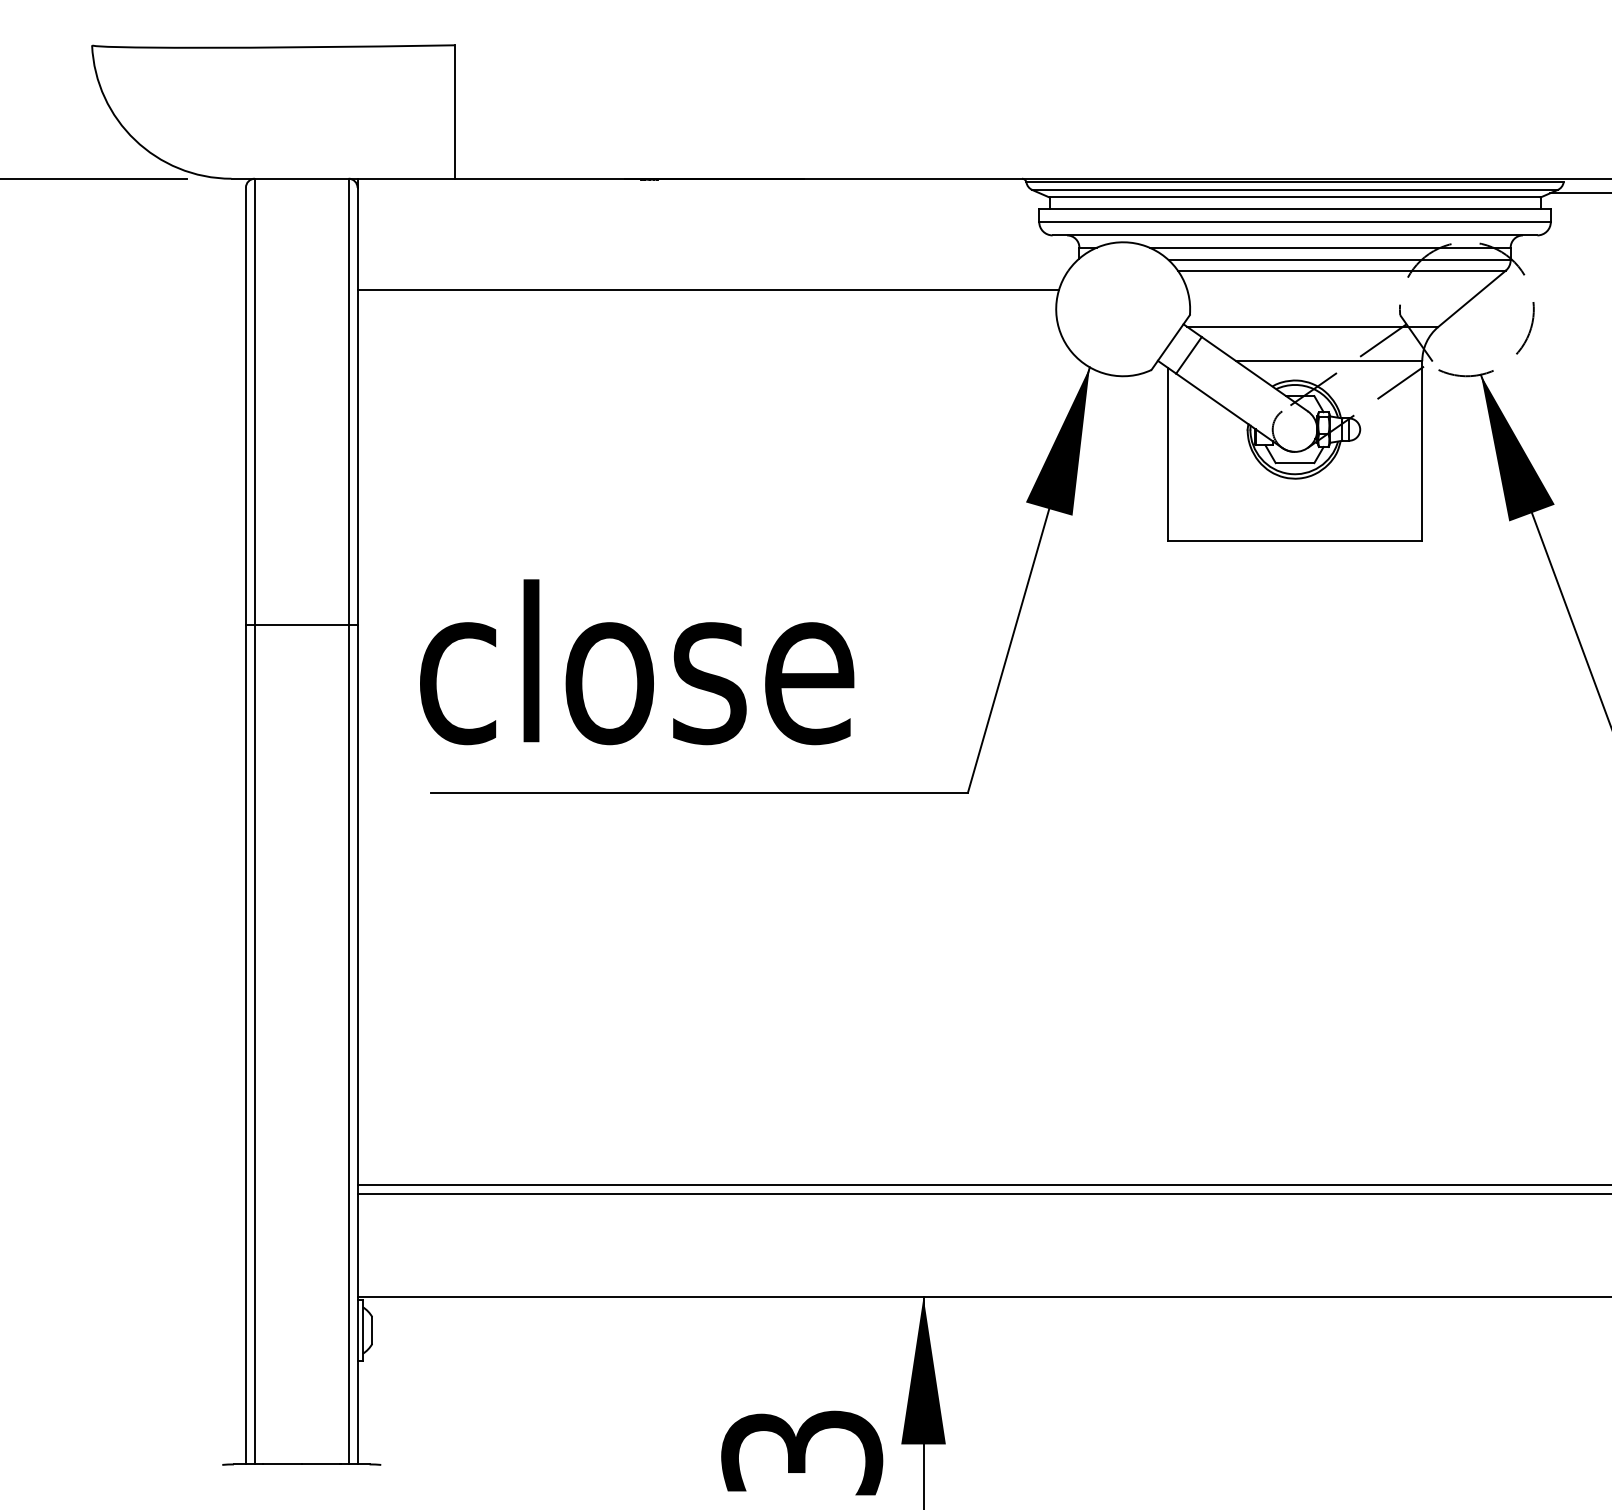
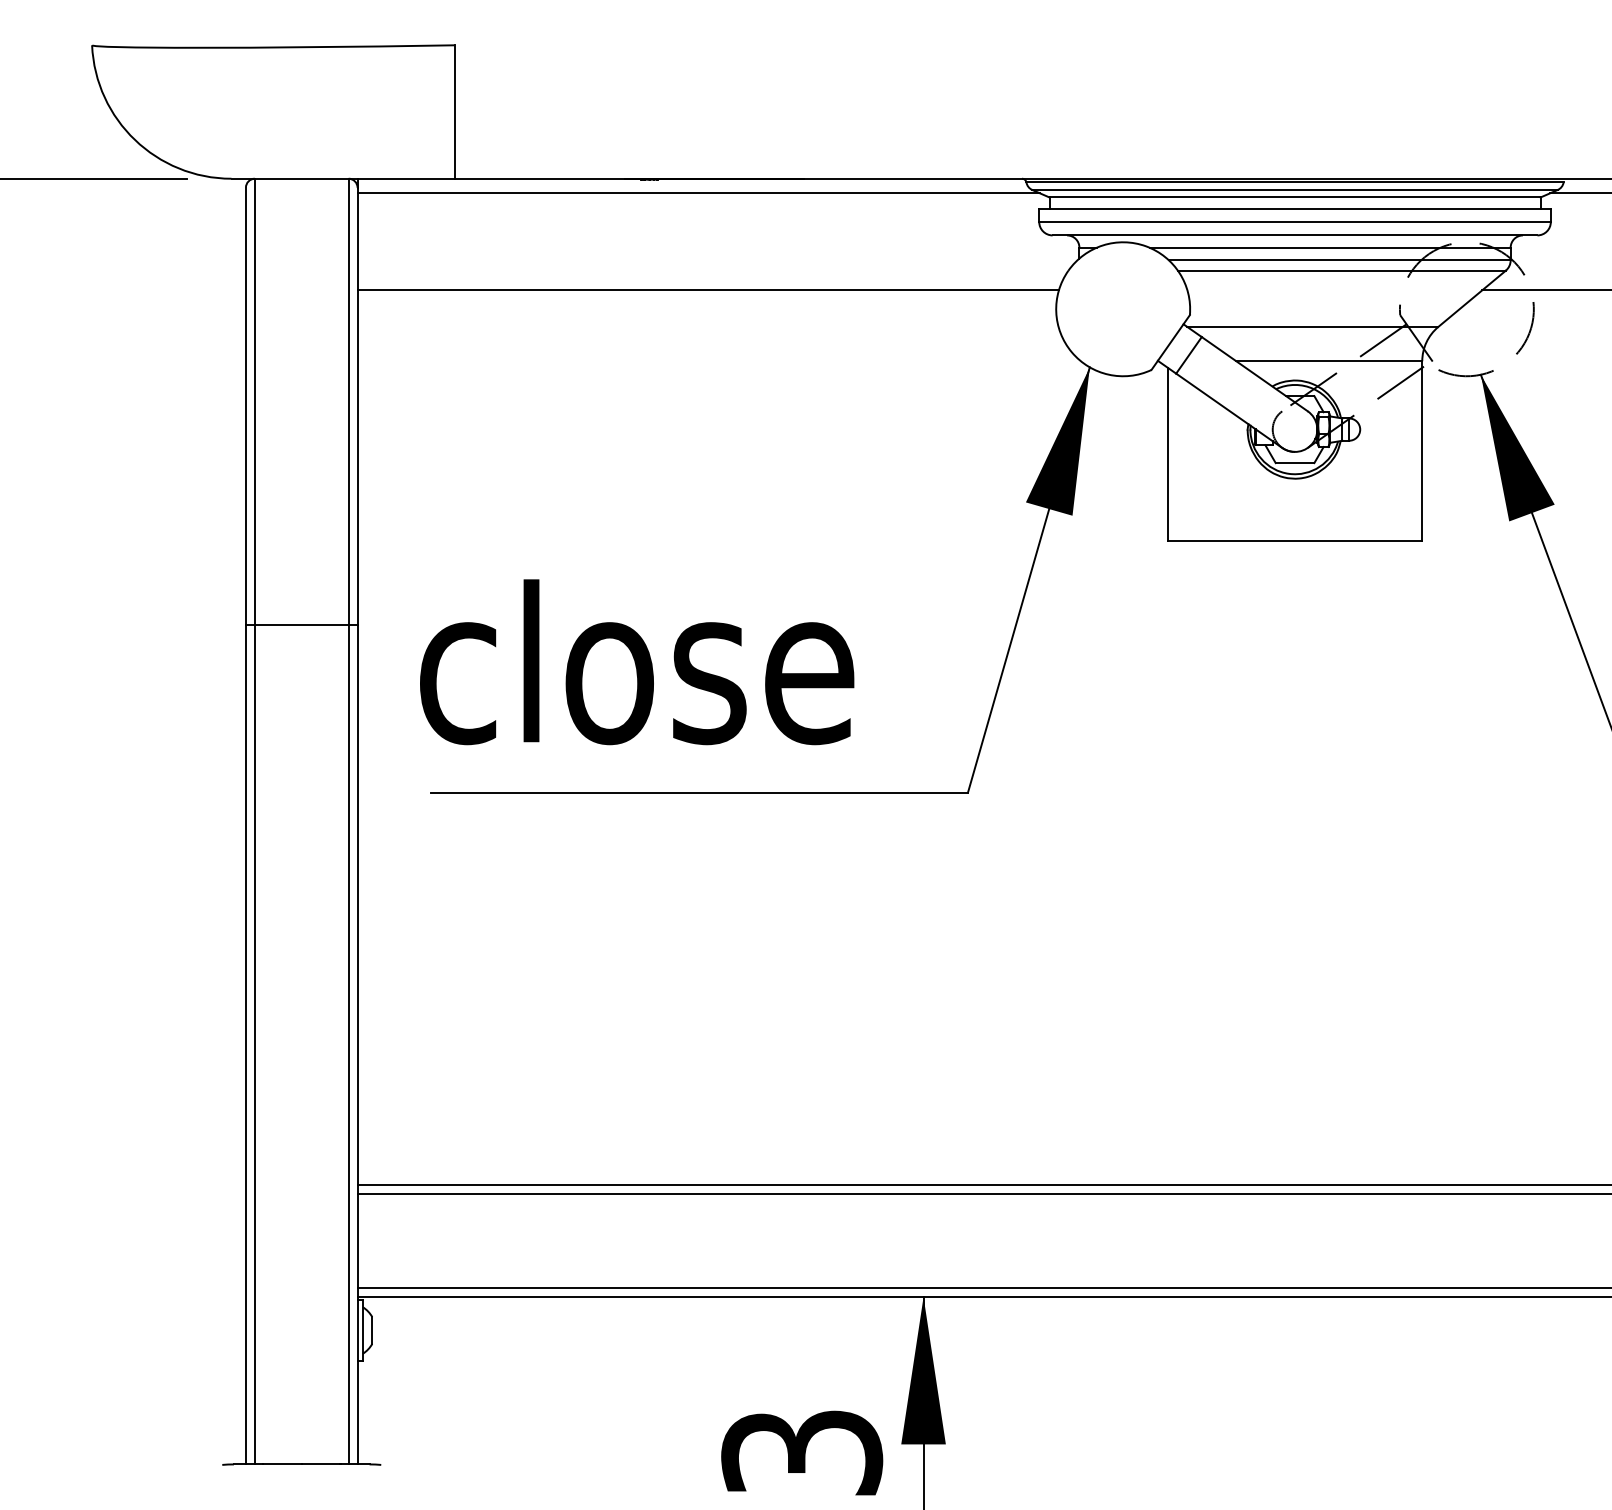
line at (698, 193): none -> present
line at (1545, 290): none -> present
line at (982, 1288): none -> present
